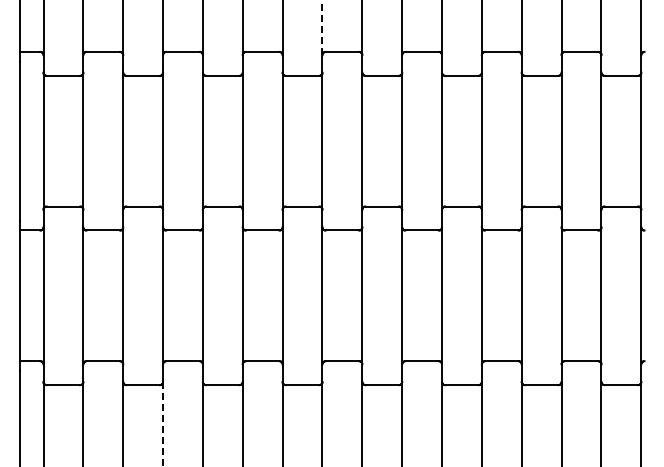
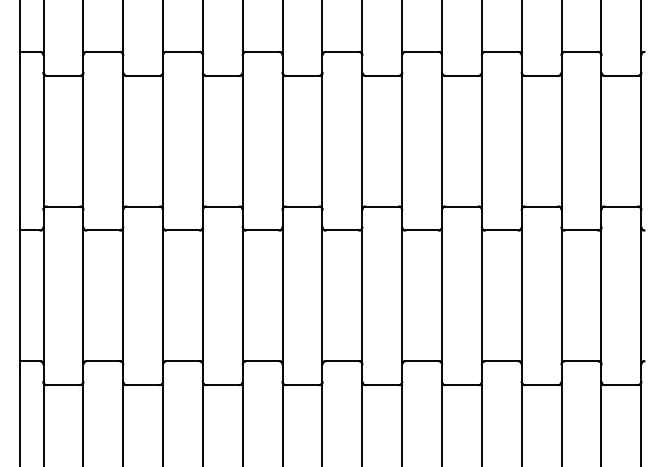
line at (322, 27): dashed -> solid
line at (163, 424): dashed -> solid
